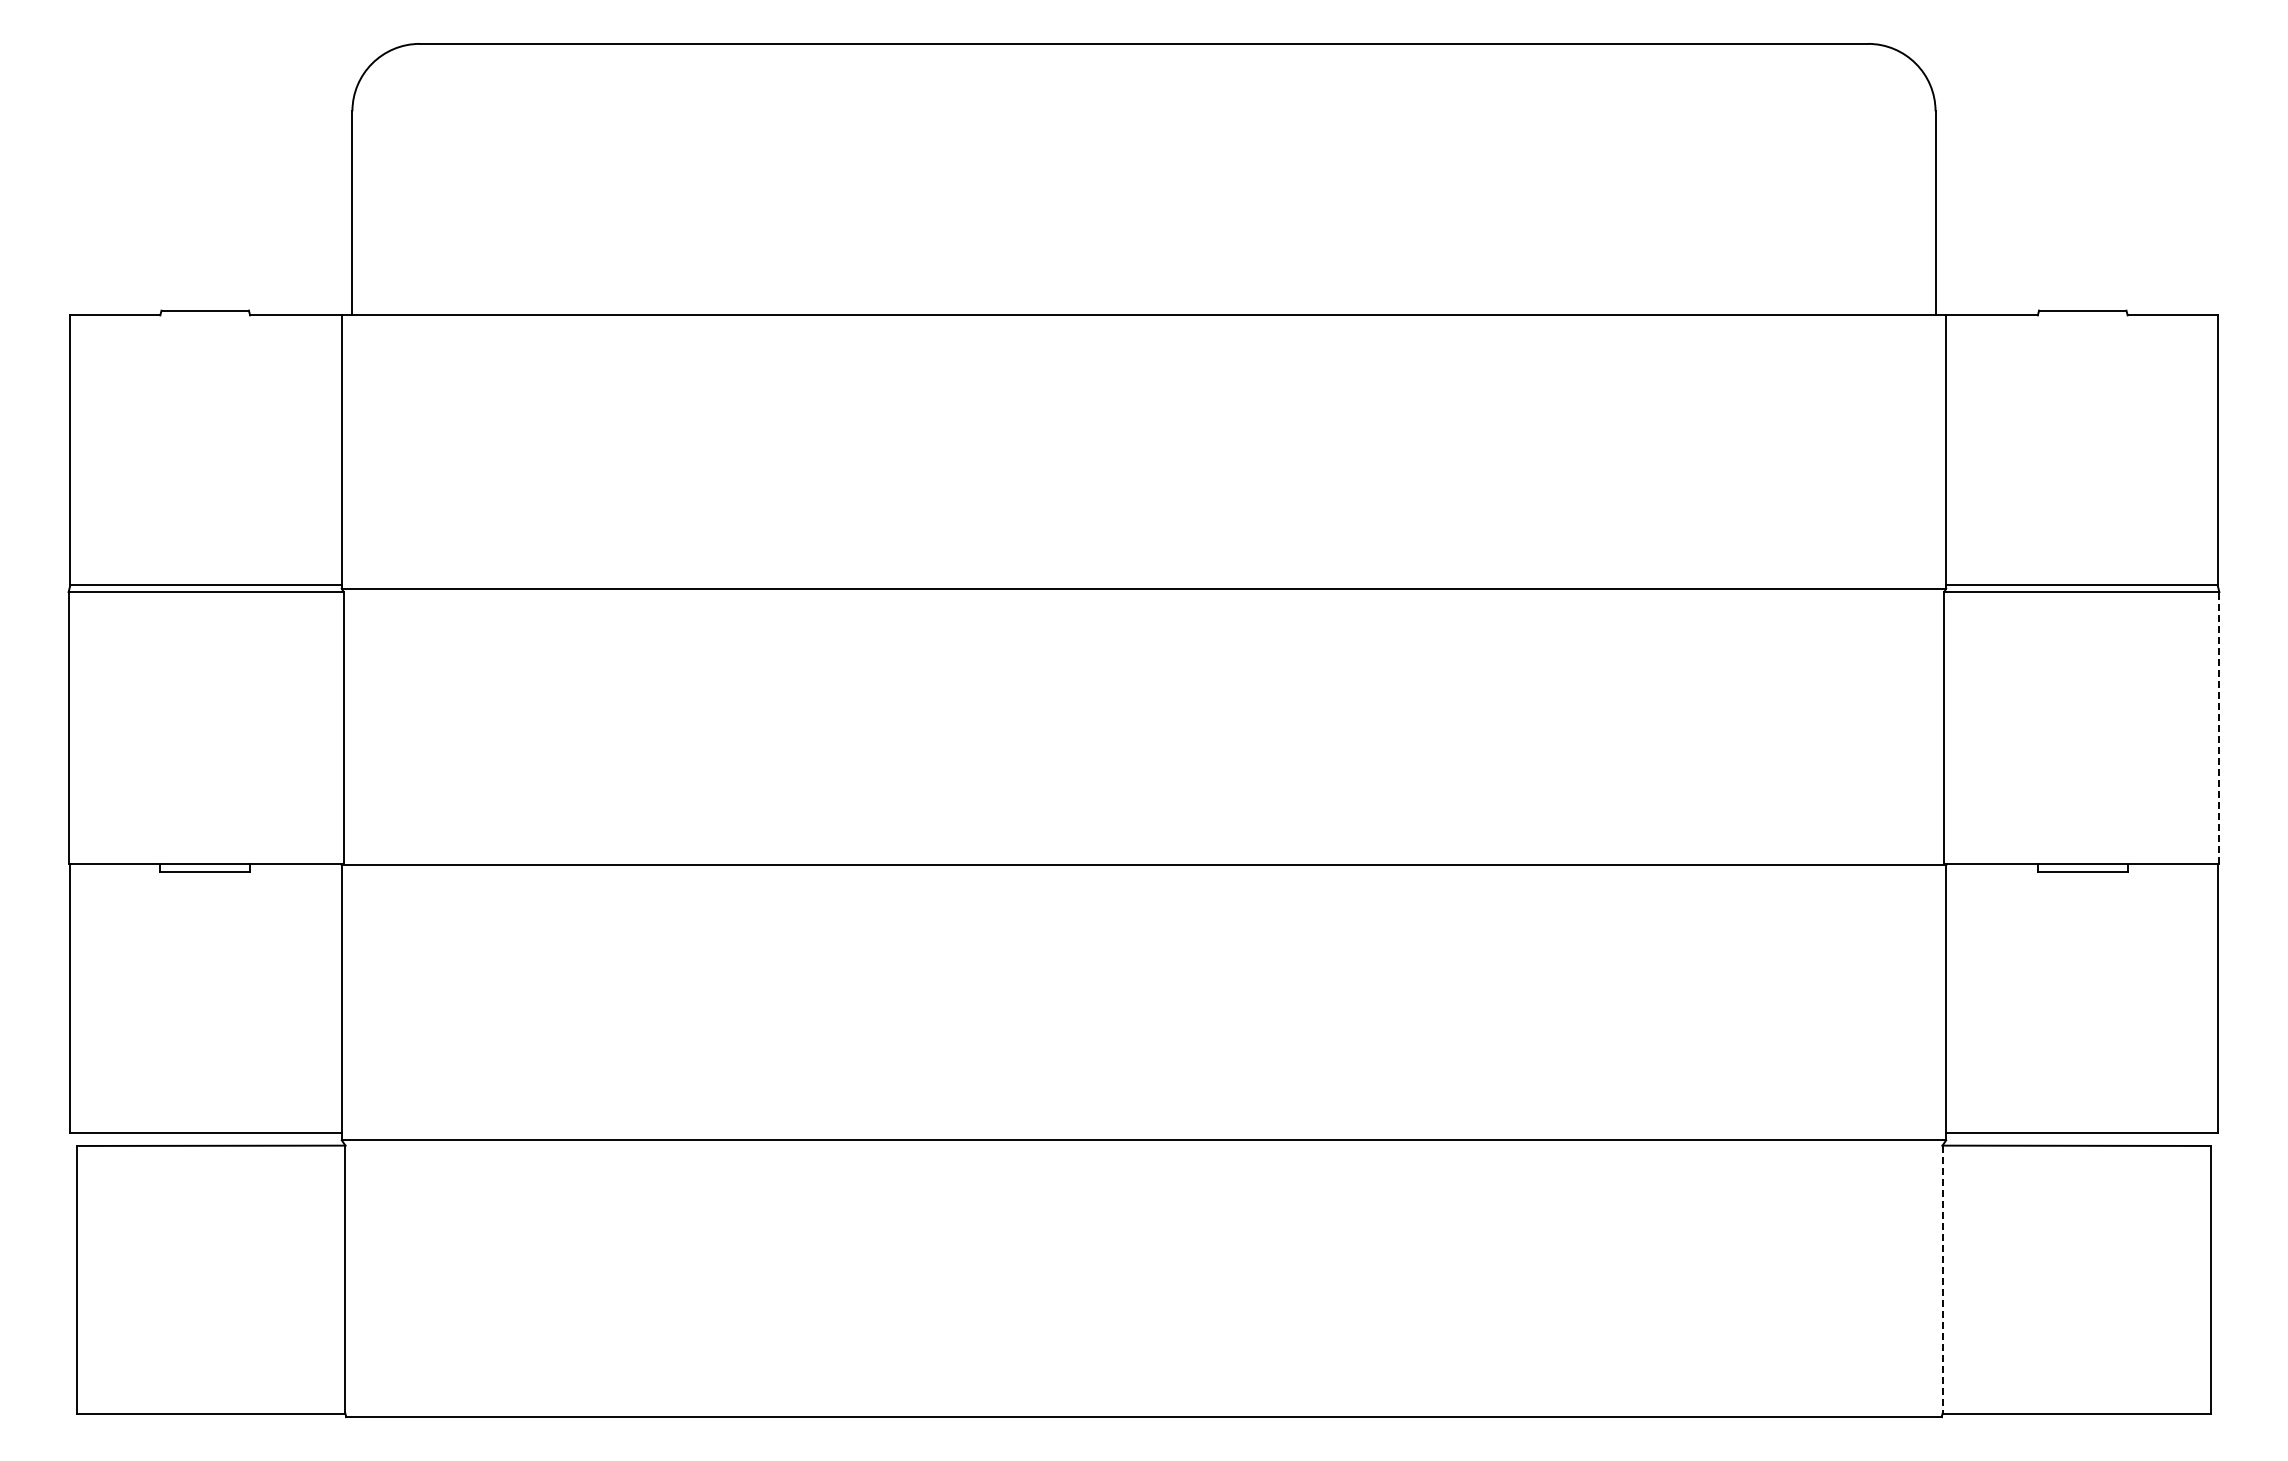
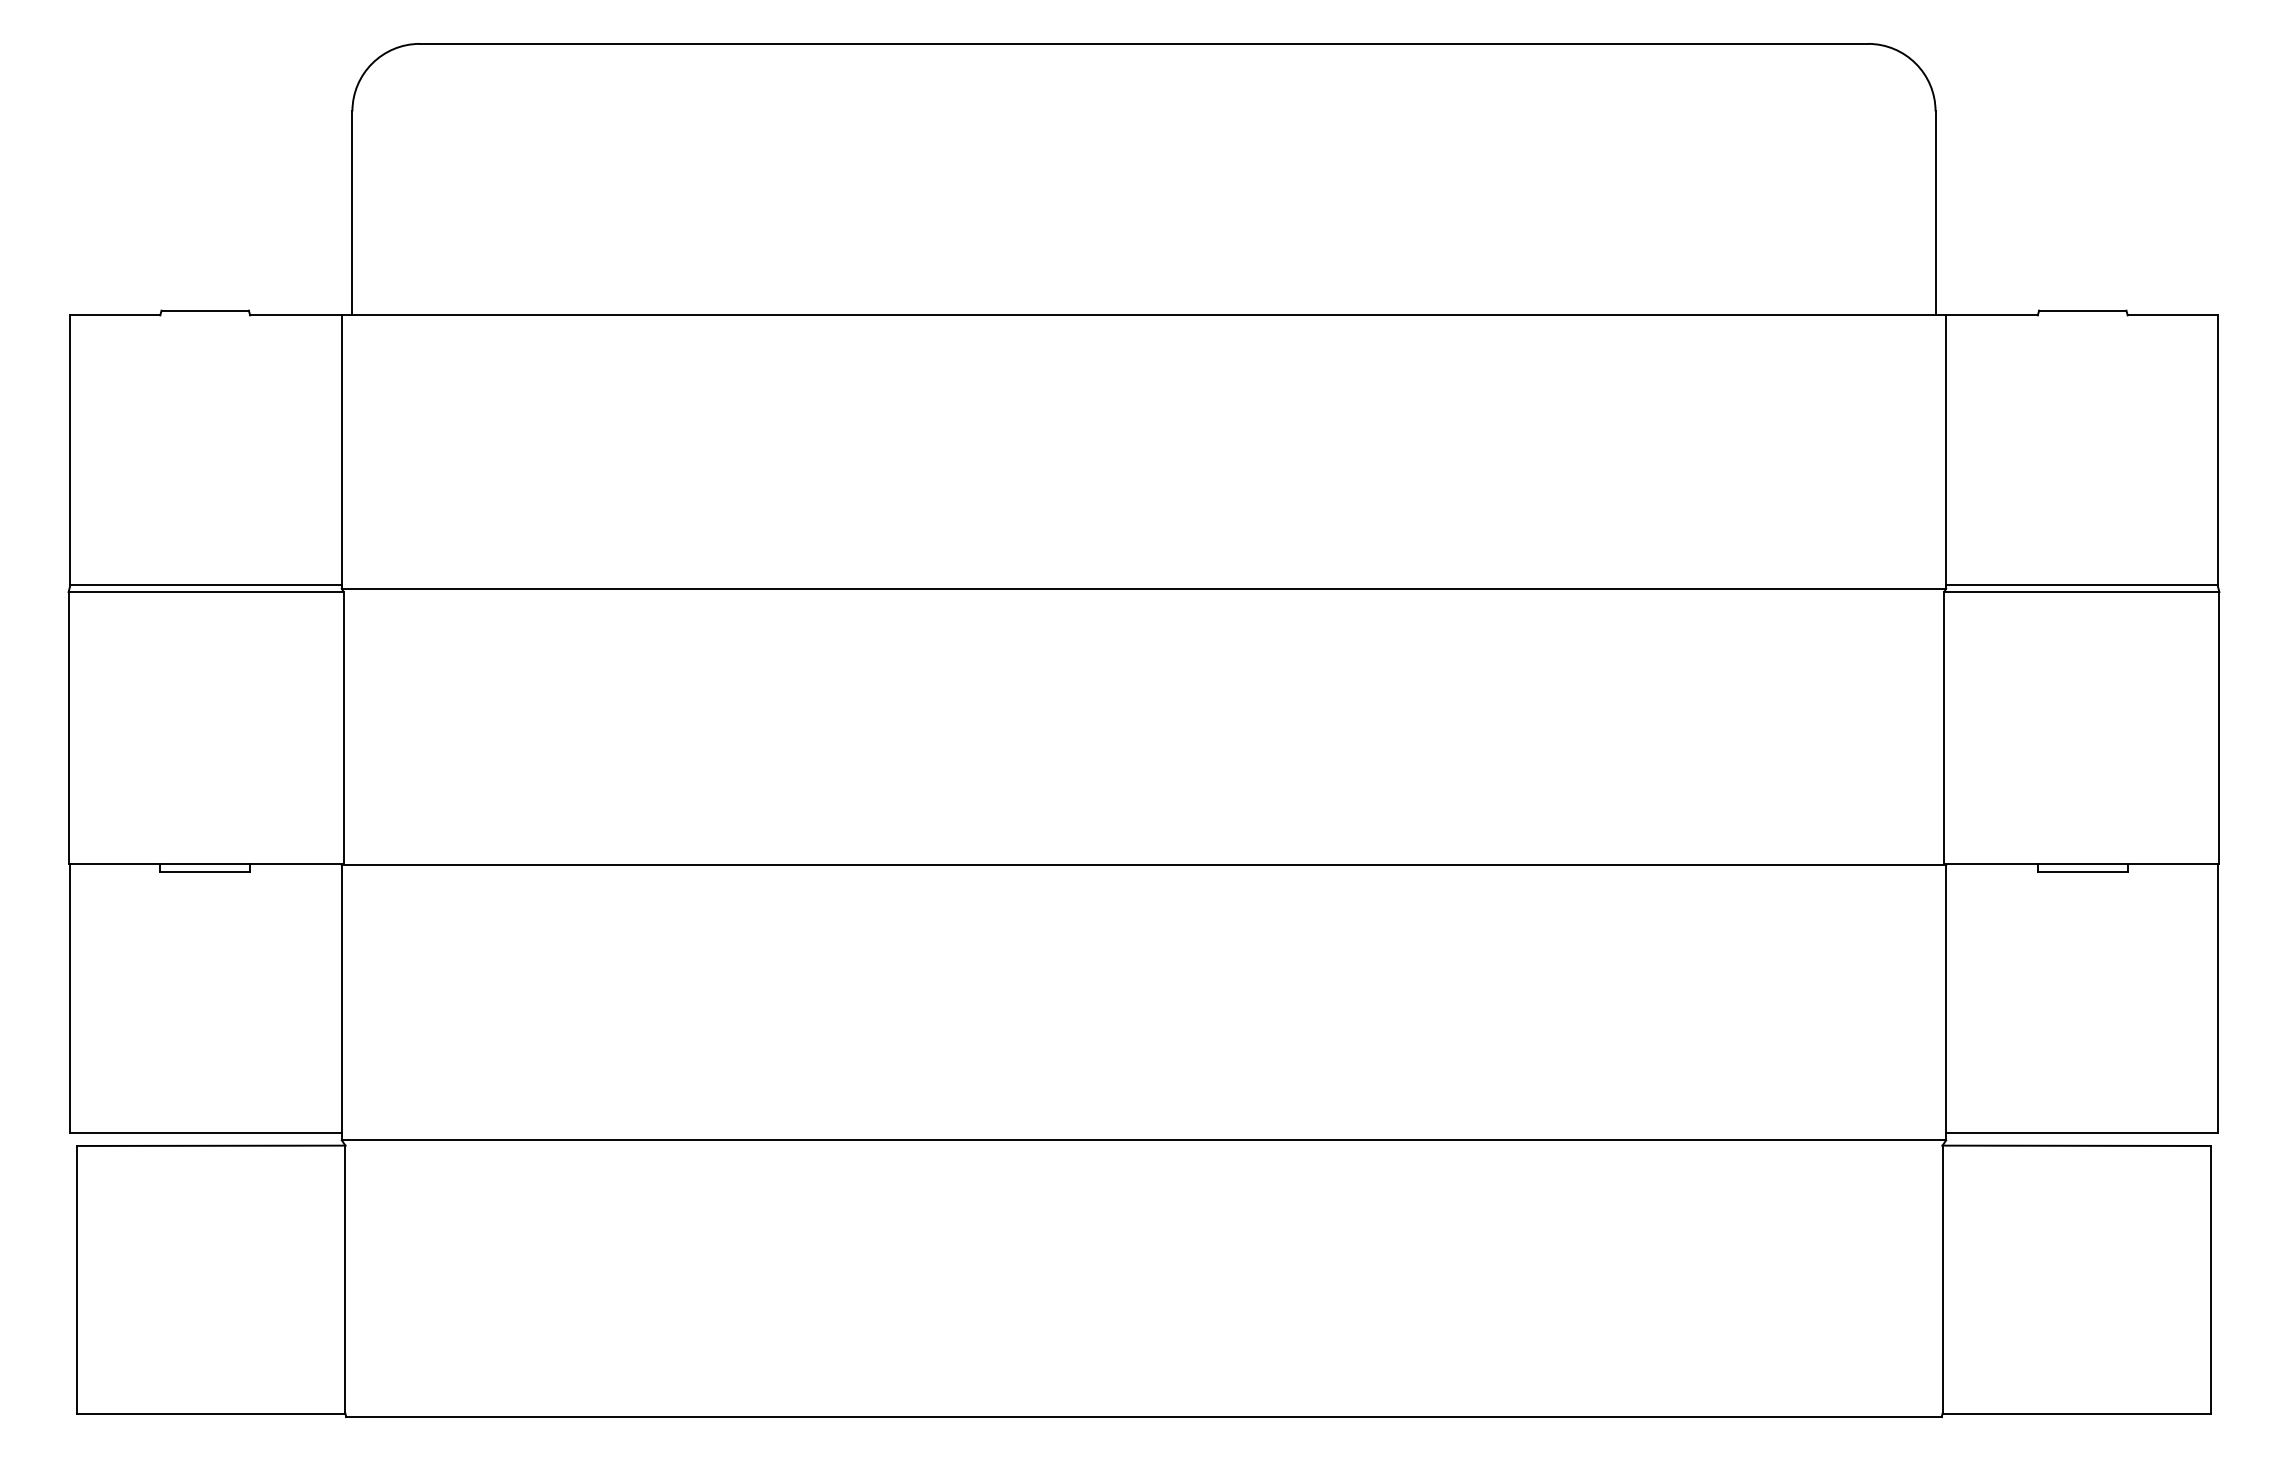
line at (2219, 727): dashed -> solid
line at (1942, 1279): dashed -> solid
